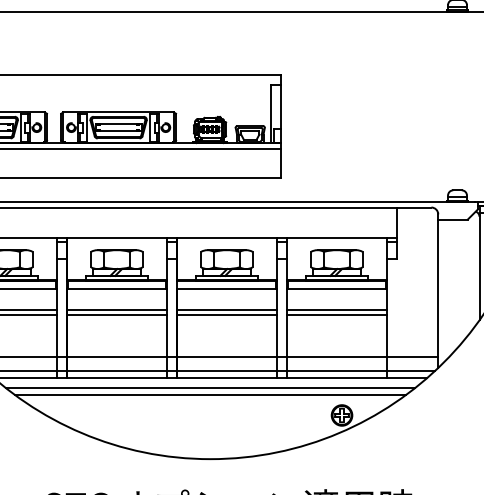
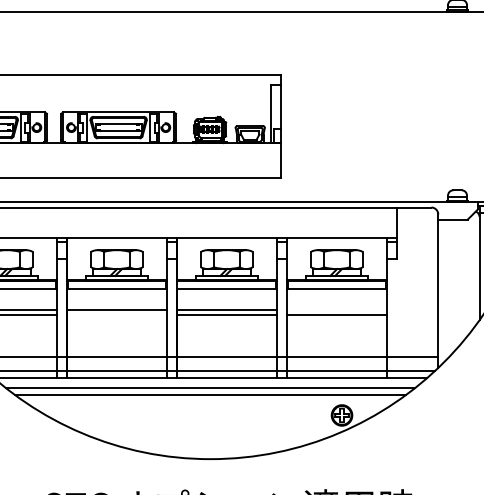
line at (141, 148): present -> none
line at (336, 309): present -> none
line at (116, 314): present -> none
